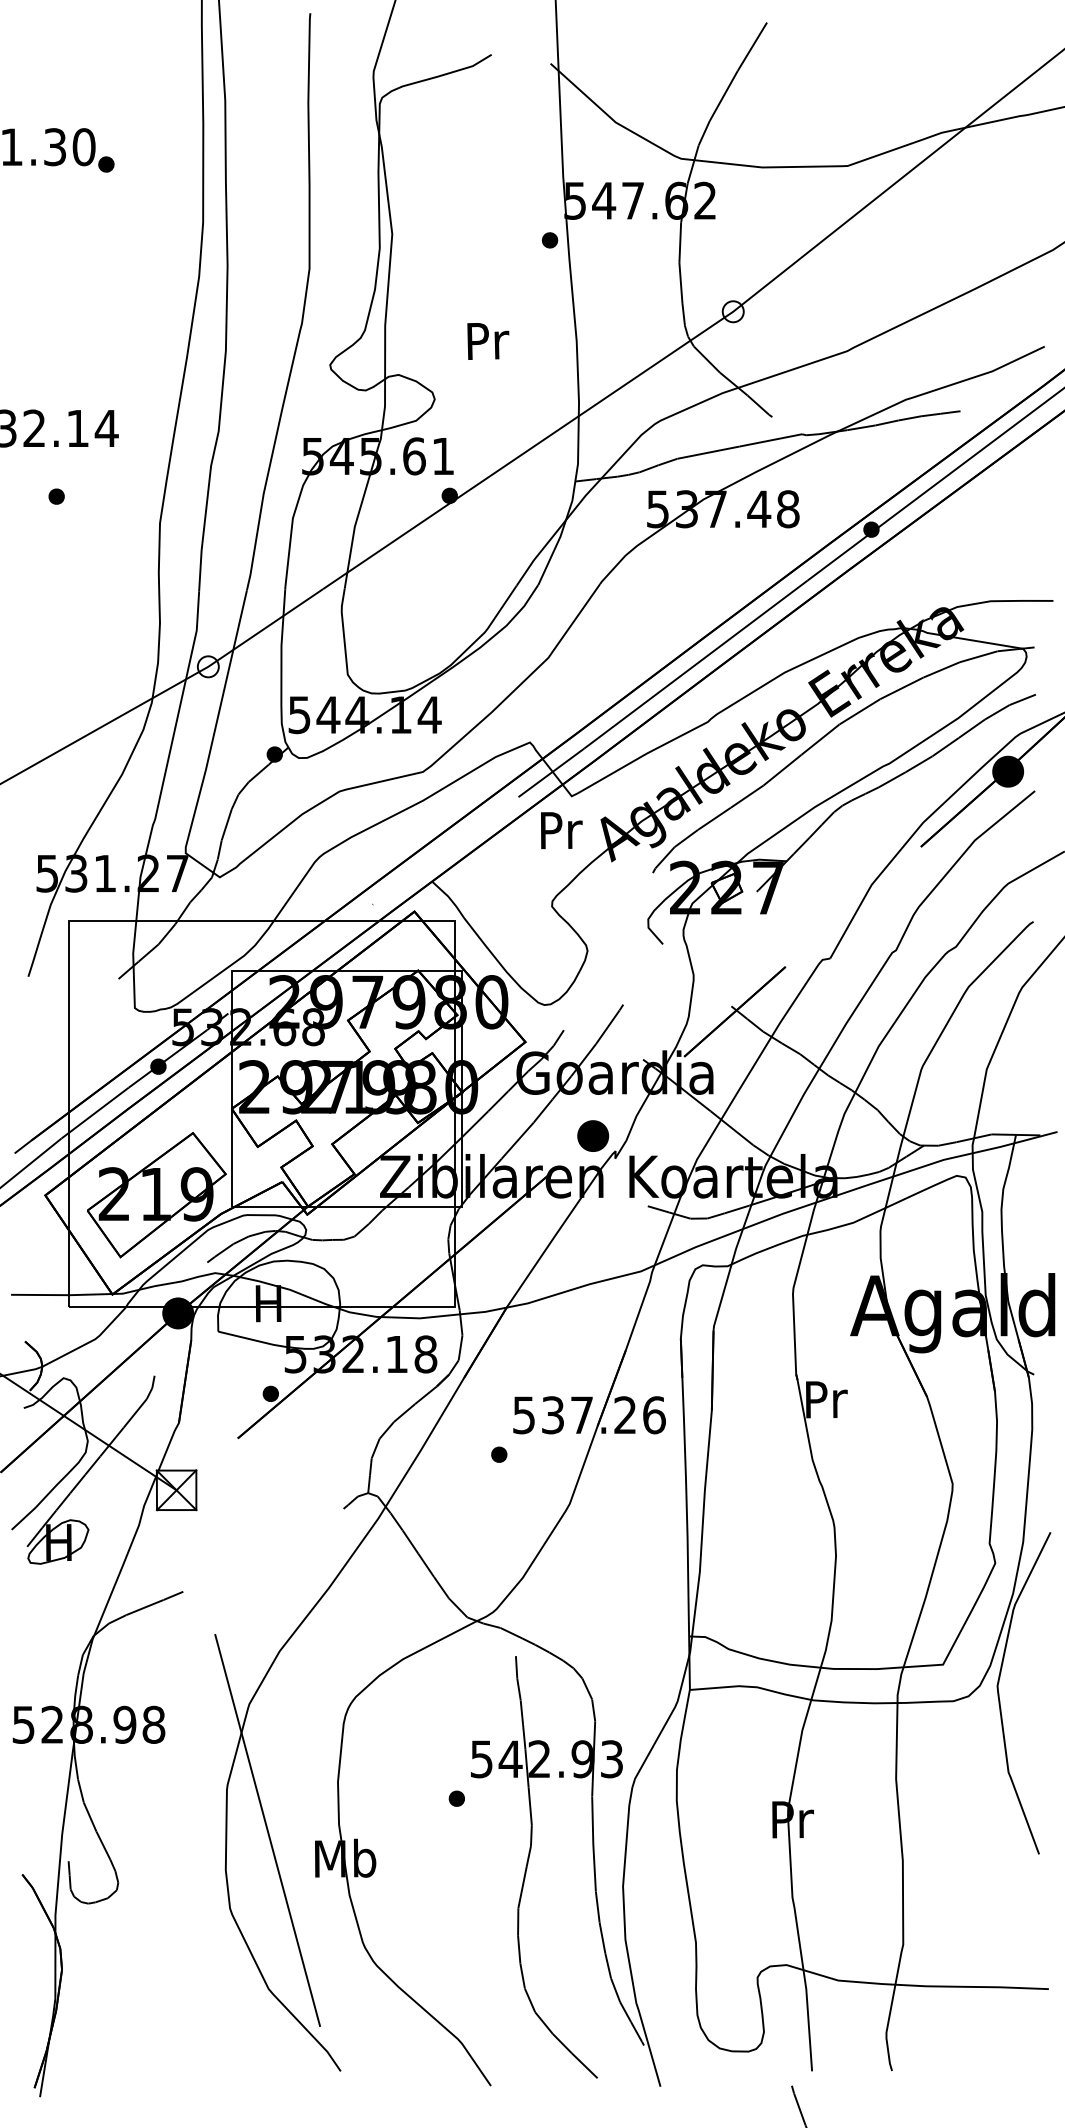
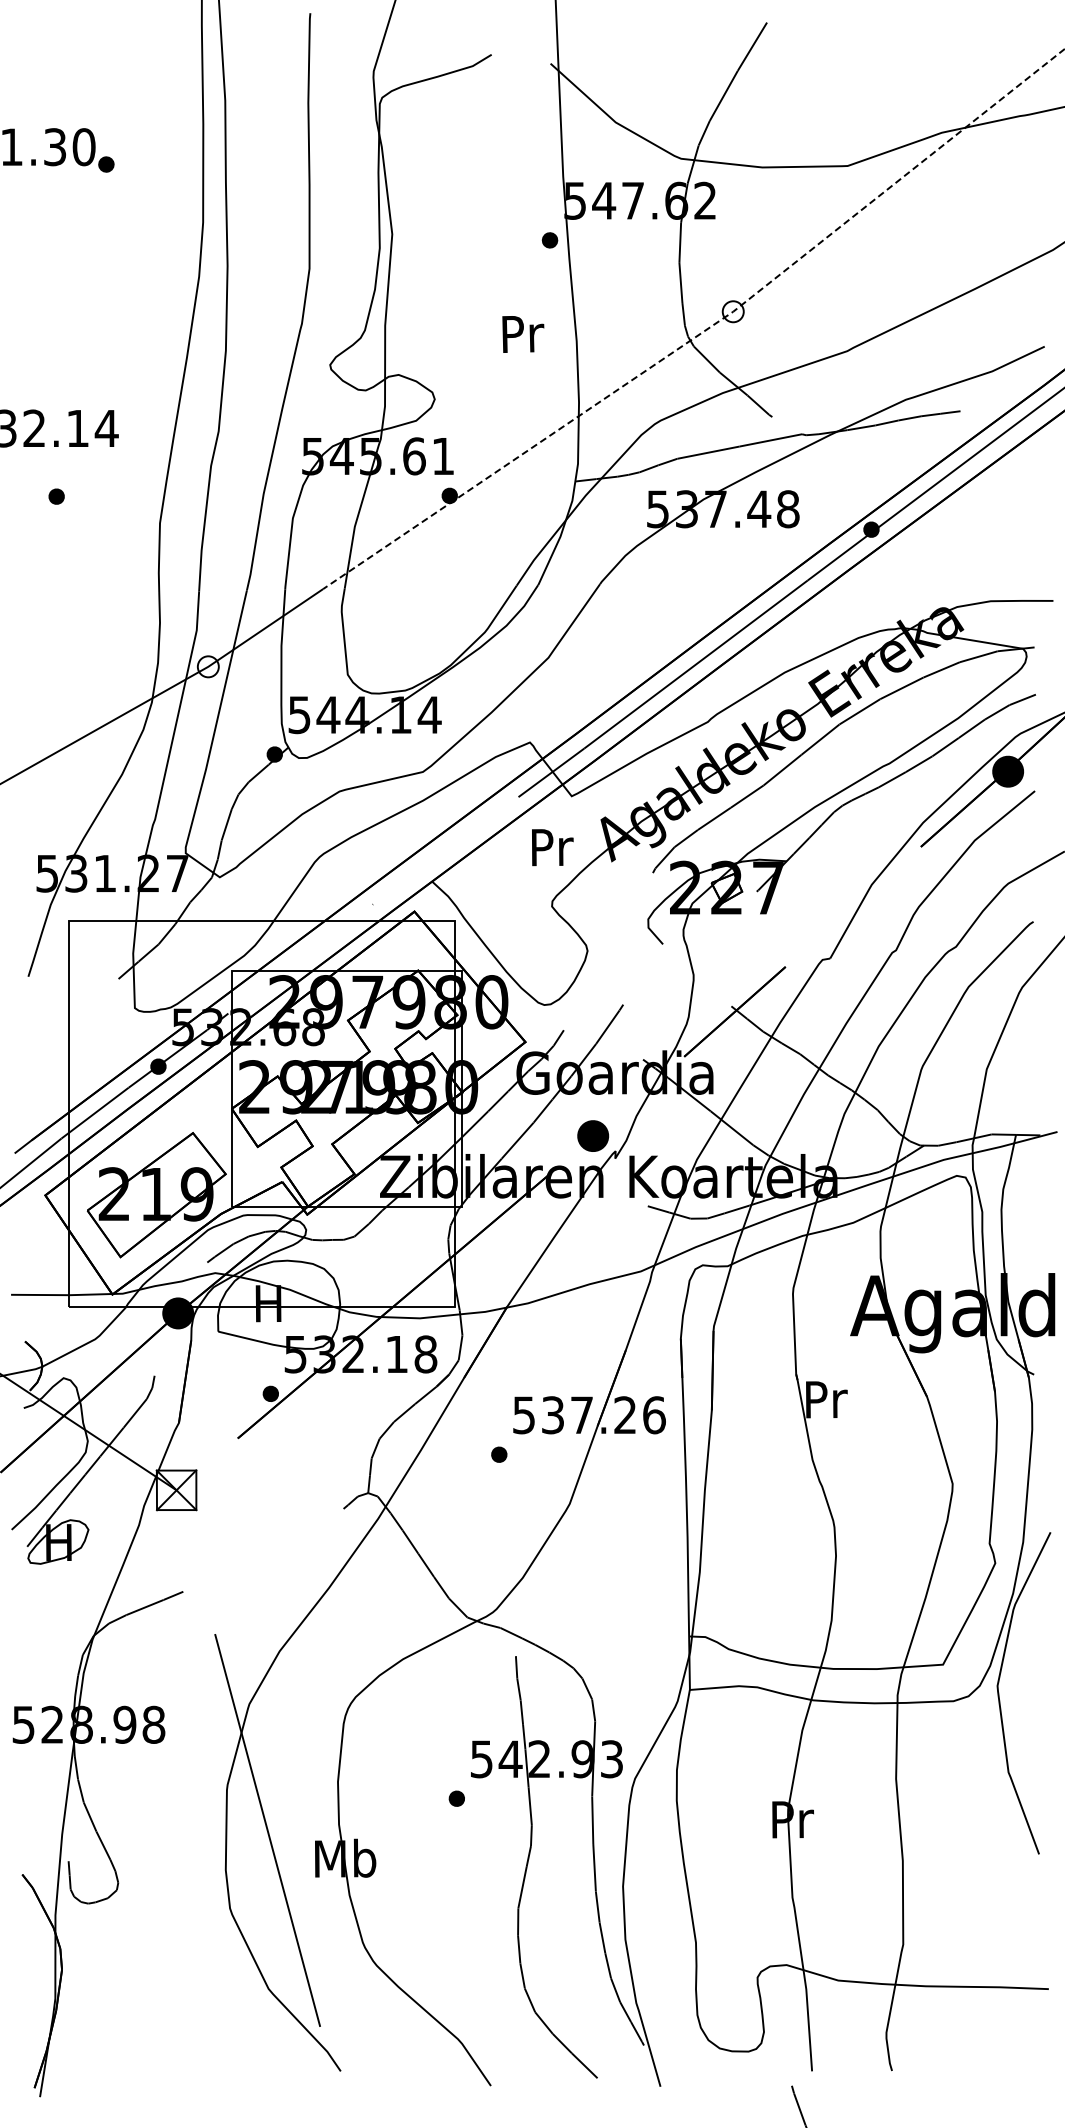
line at (703, 331): solid -> dashed
text at (488, 341) position: (488, 341) -> (523, 334)
text at (561, 830) position: (561, 830) -> (552, 847)
